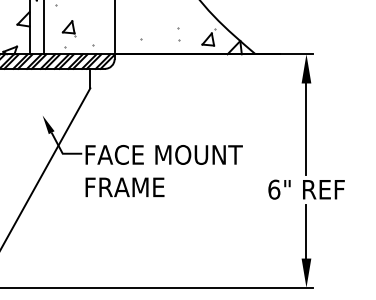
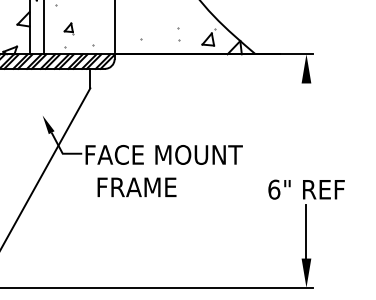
part at (68, 28) size: 16x18 px -> 12x14 px
line at (306, 128): present -> none
text at (124, 186) position: (124, 186) -> (136, 186)
